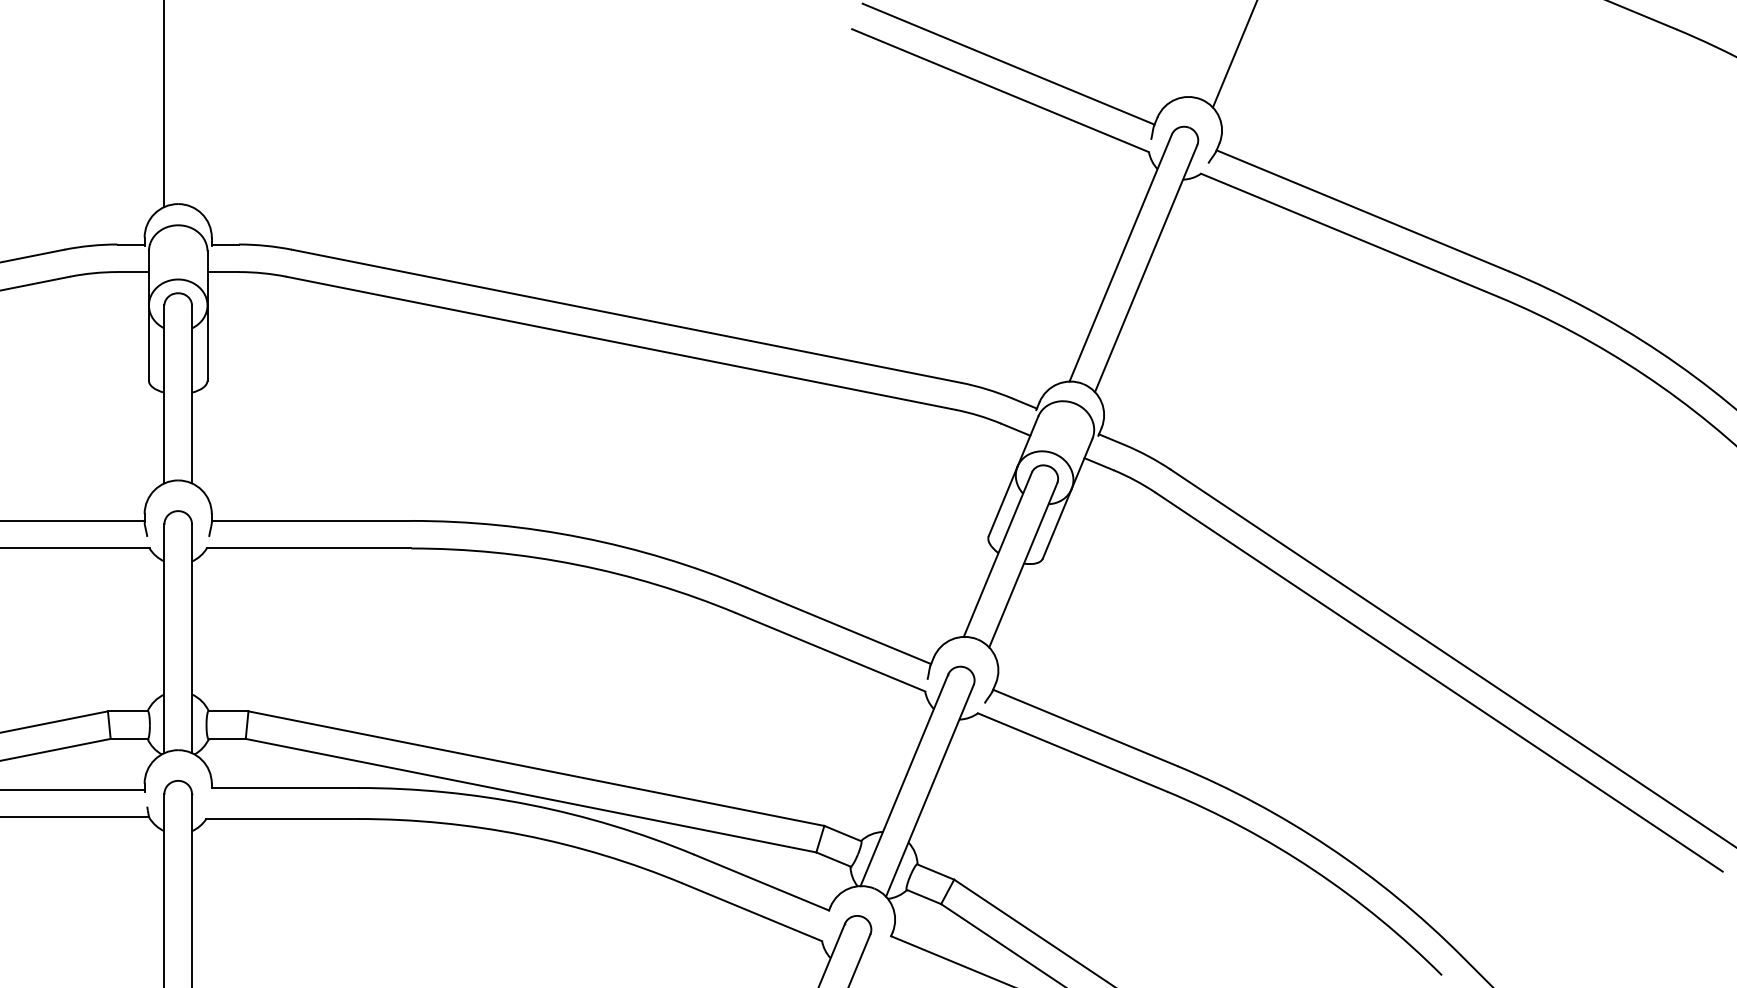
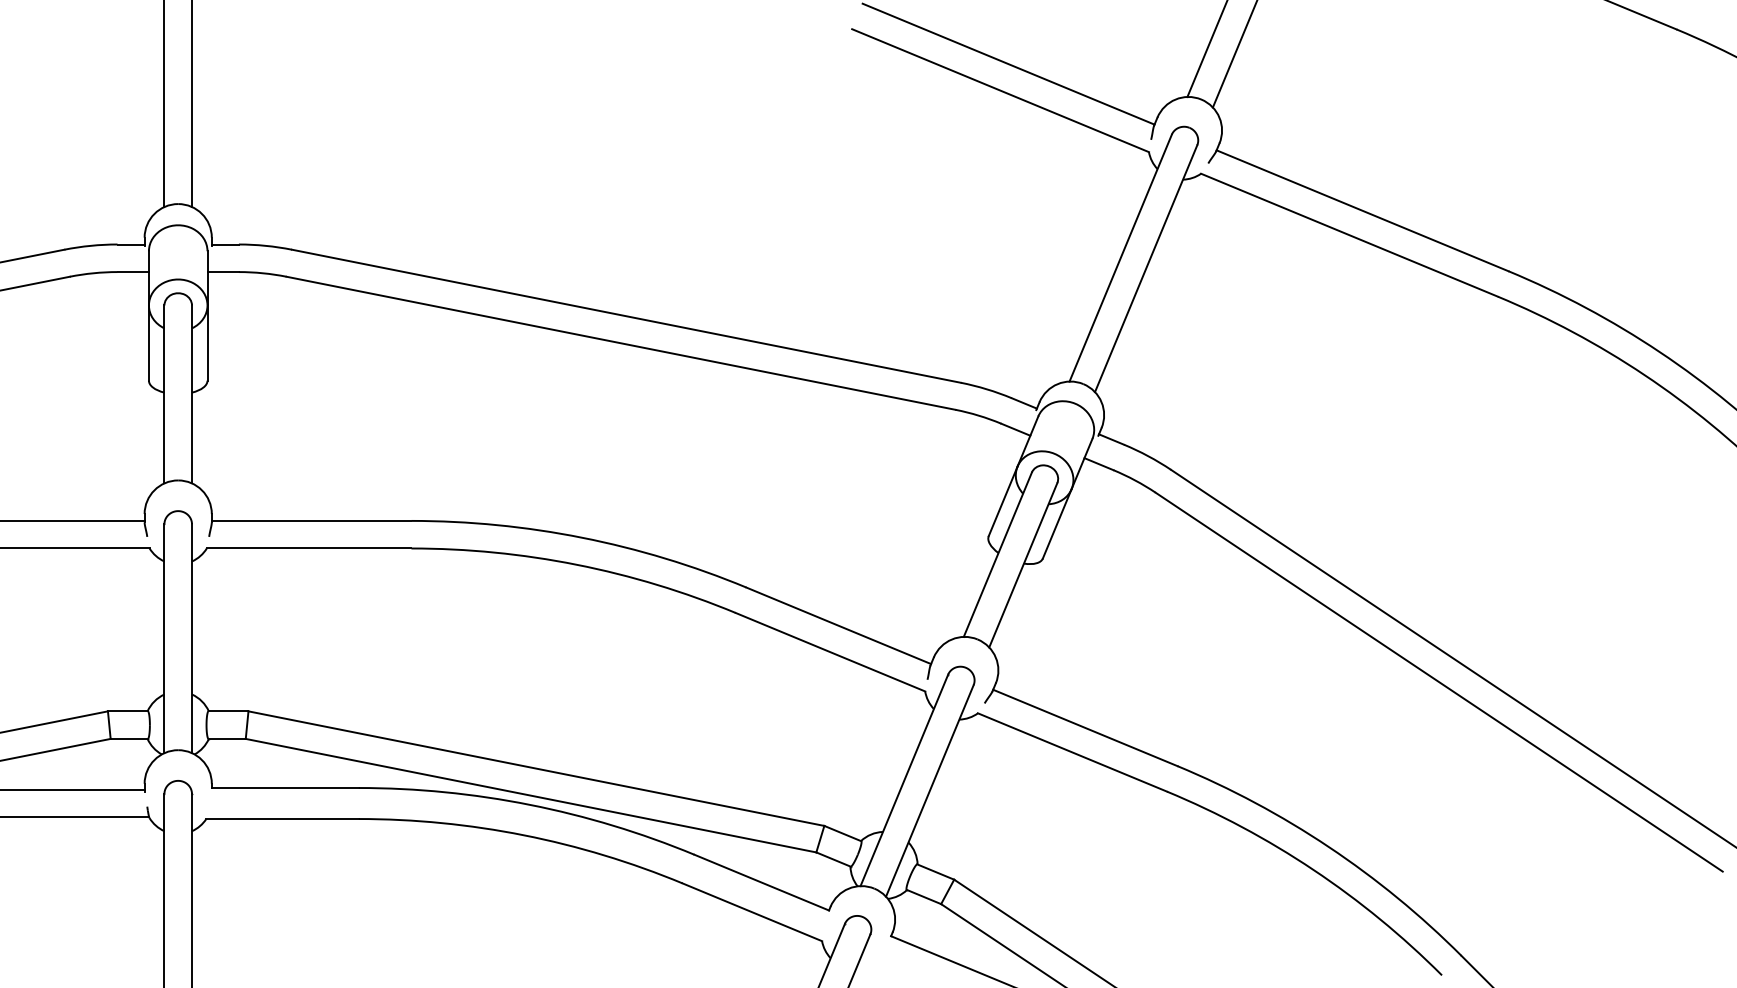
line at (1206, 49): none -> present
line at (192, 104): none -> present
